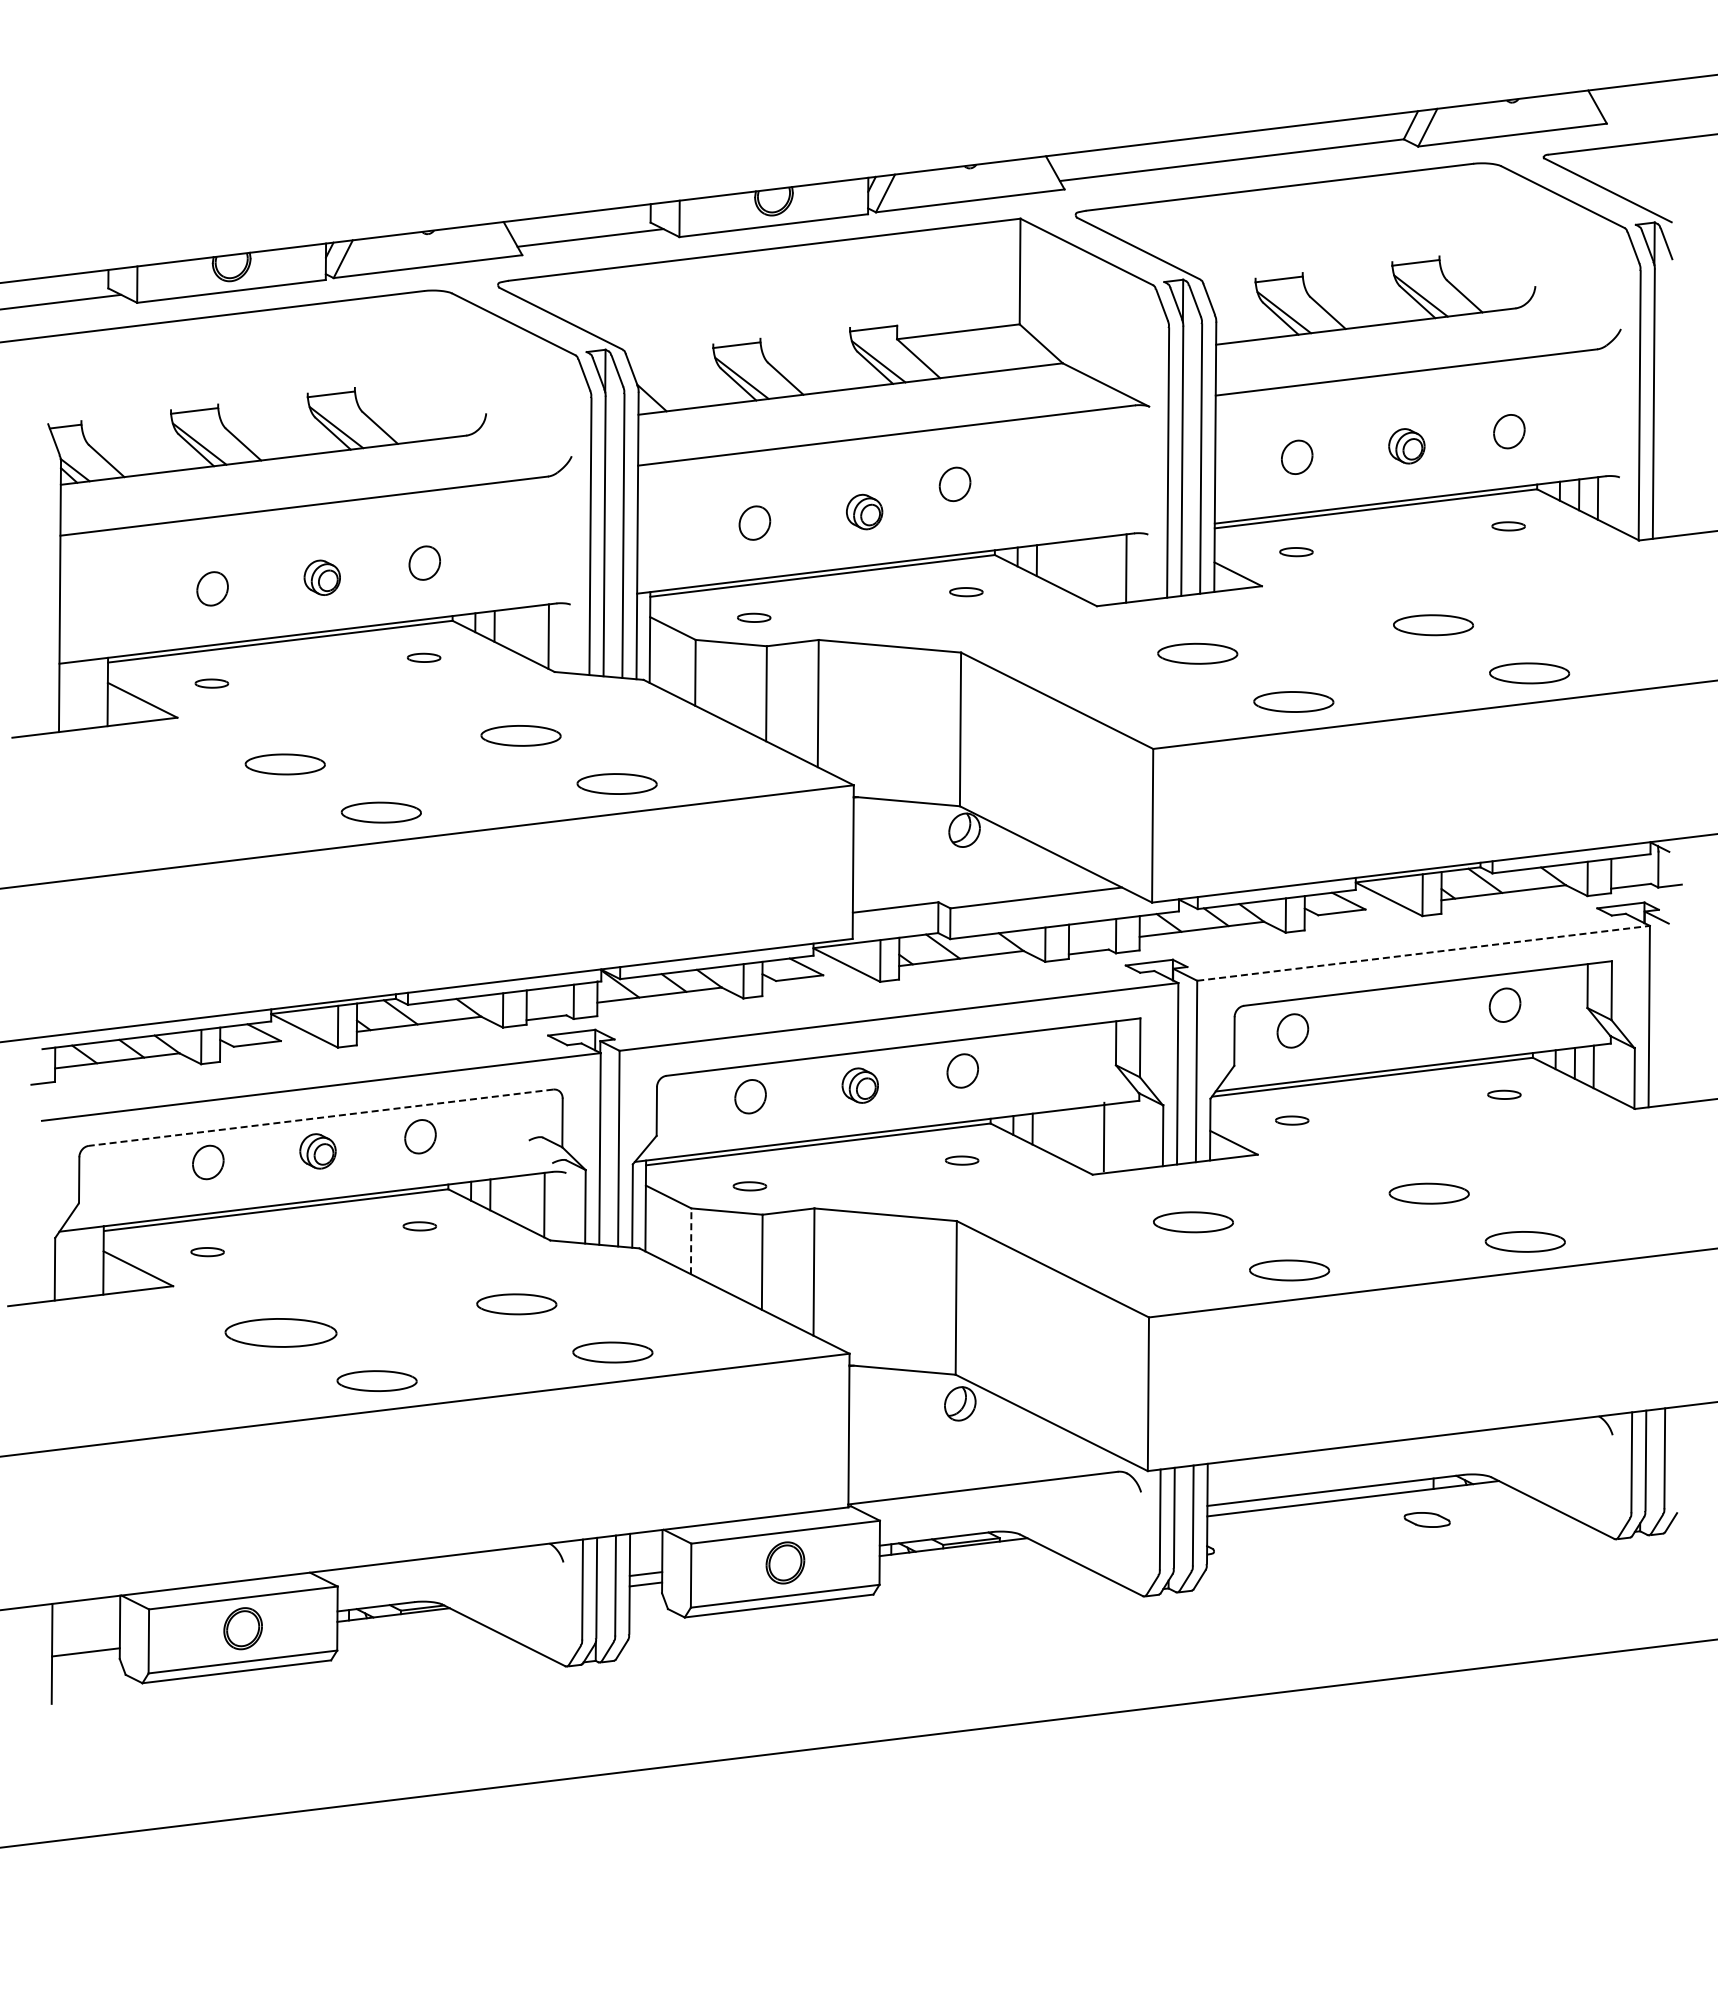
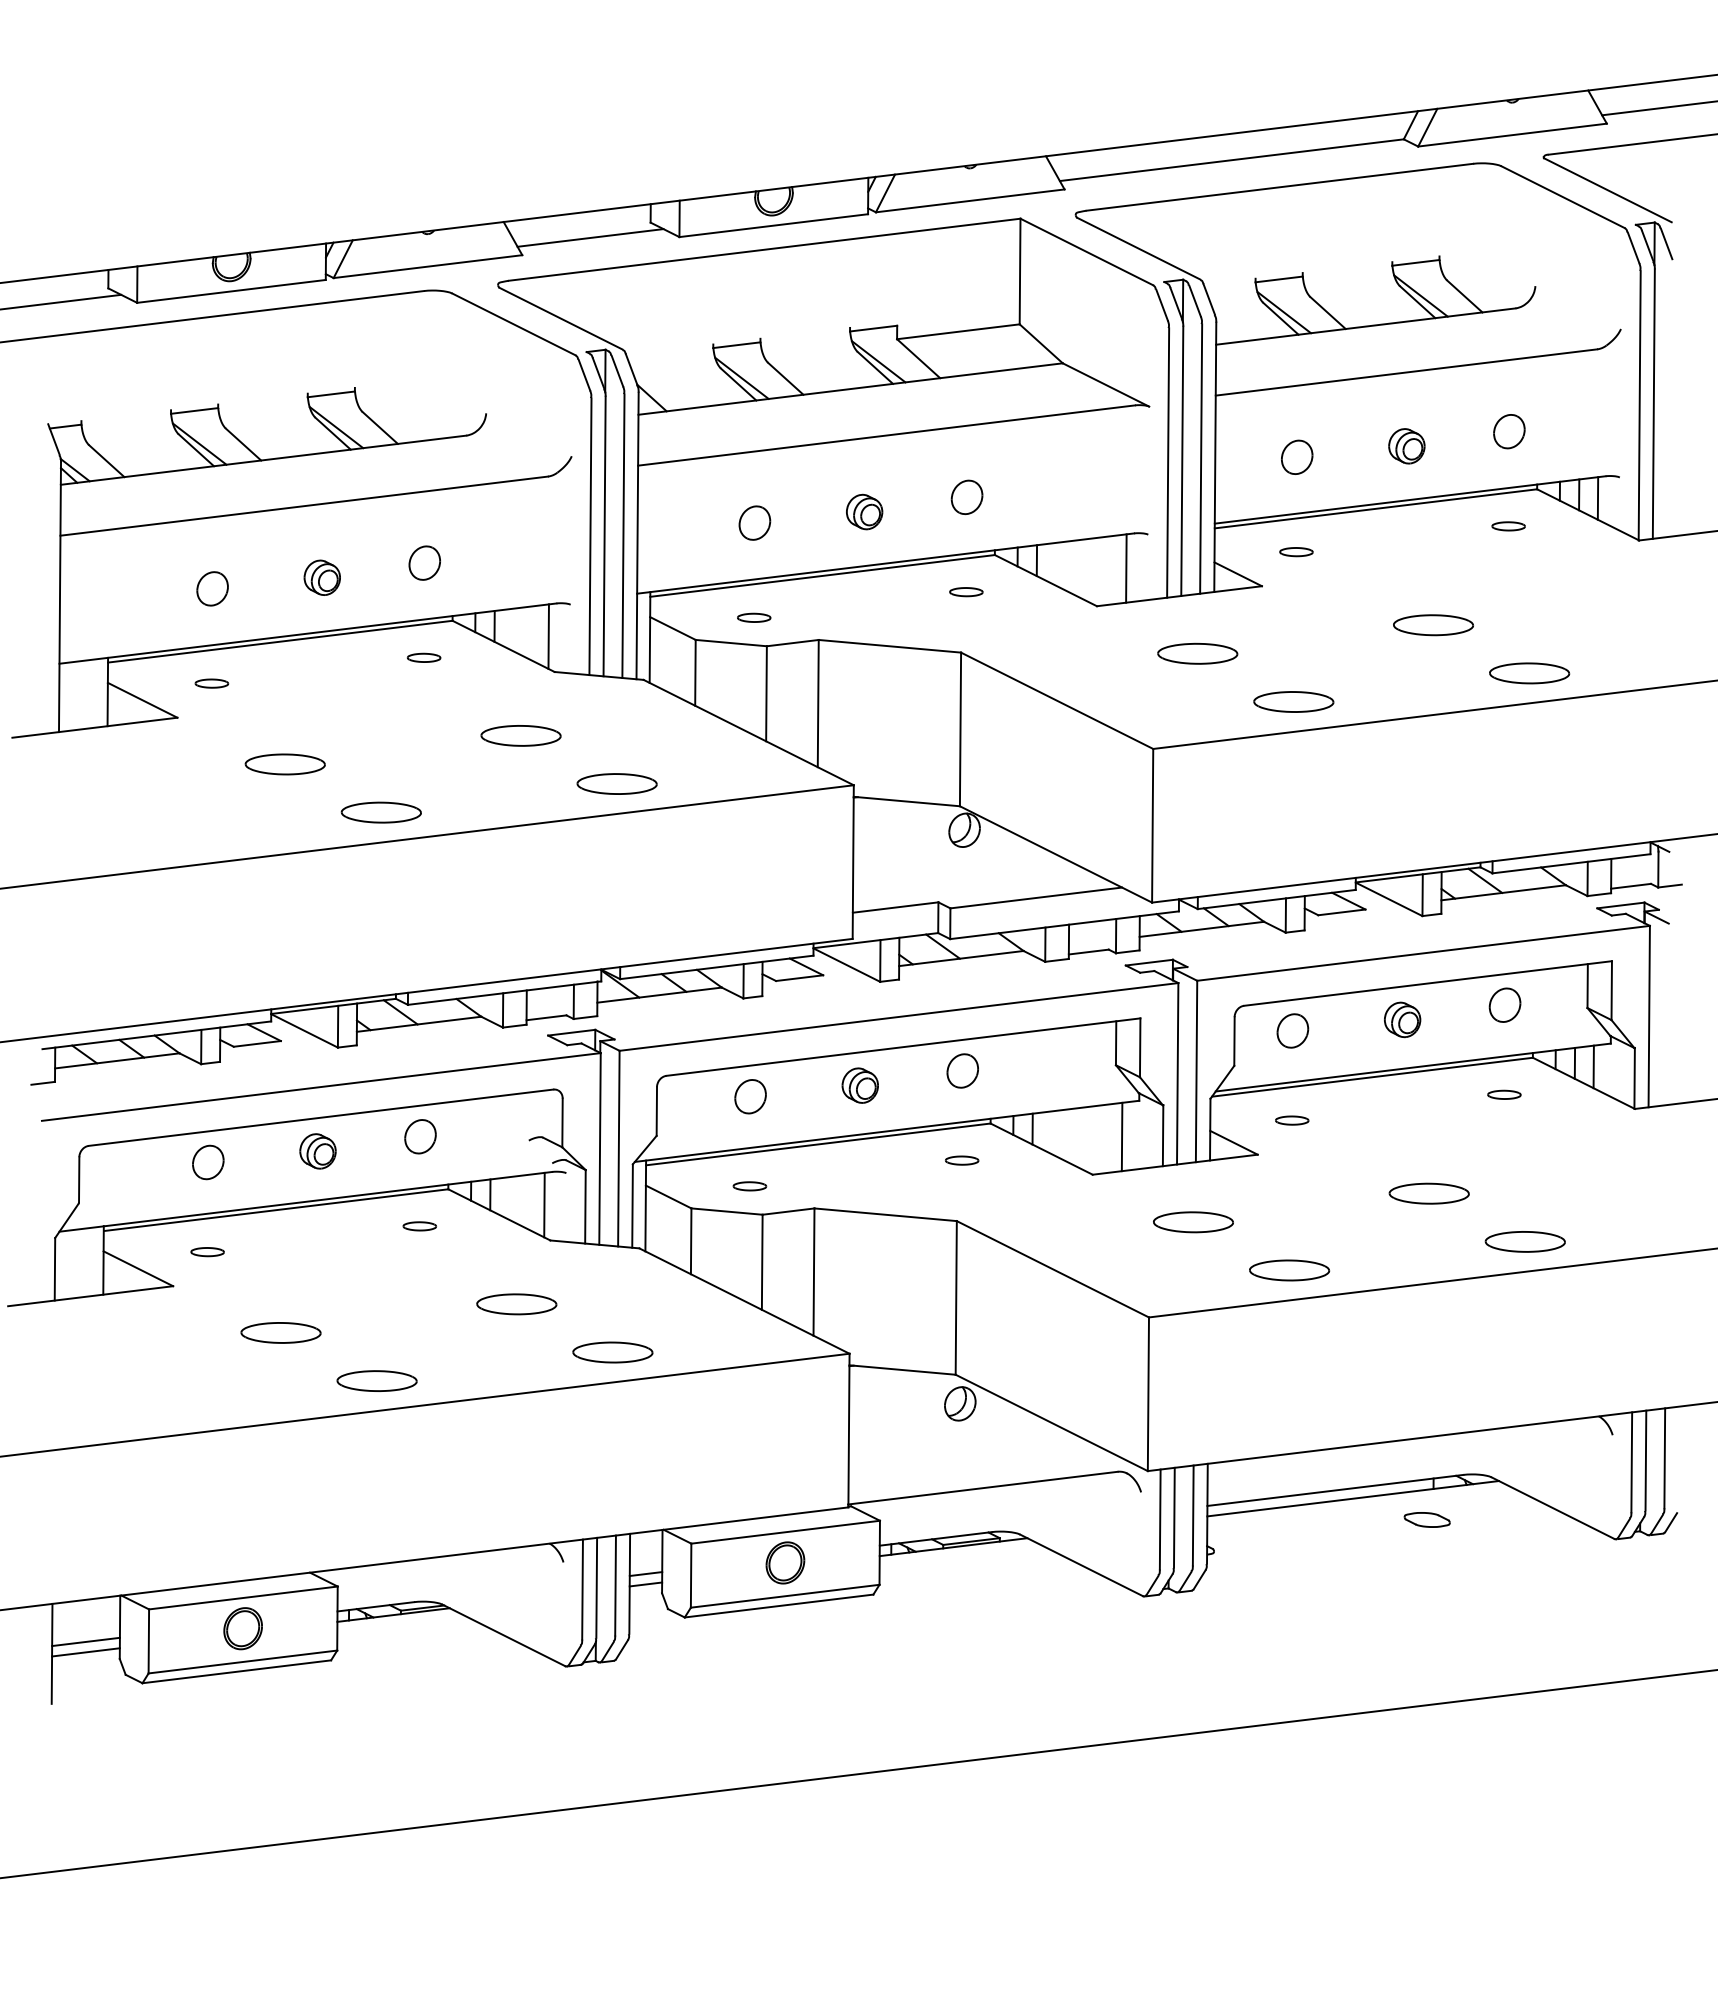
line at (1658, 108): none -> present
part at (954, 483) position: (954, 483) -> (966, 496)
line at (1424, 953): dashed -> solid
part at (1402, 1019): none -> present
line at (321, 1117): dashed -> solid
line at (1103, 1136) position: (1103, 1136) -> (1121, 1136)
line at (691, 1241): dashed -> solid
part at (280, 1332) size: 114x30 px -> 82x22 px
line at (85, 1641): none -> present
line at (858, 1743) position: (858, 1743) -> (858, 1773)
